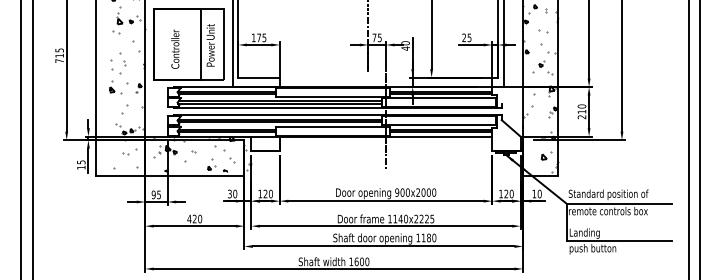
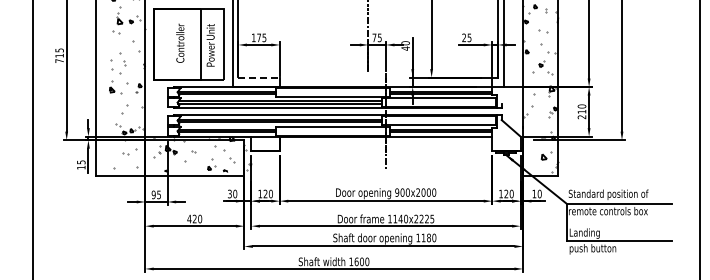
text at (175, 48) position: (175, 48) -> (180, 42)
line at (259, 77): solid -> dashed
line at (21, 139): present -> none
line at (688, 139): present -> none
